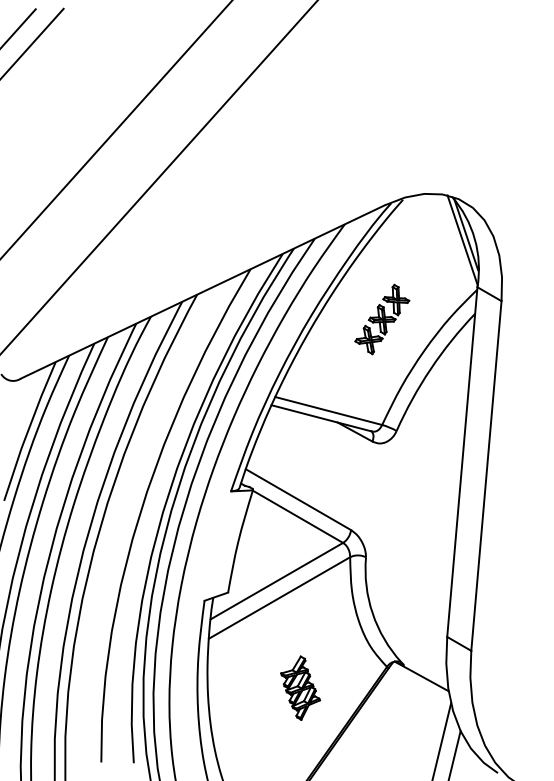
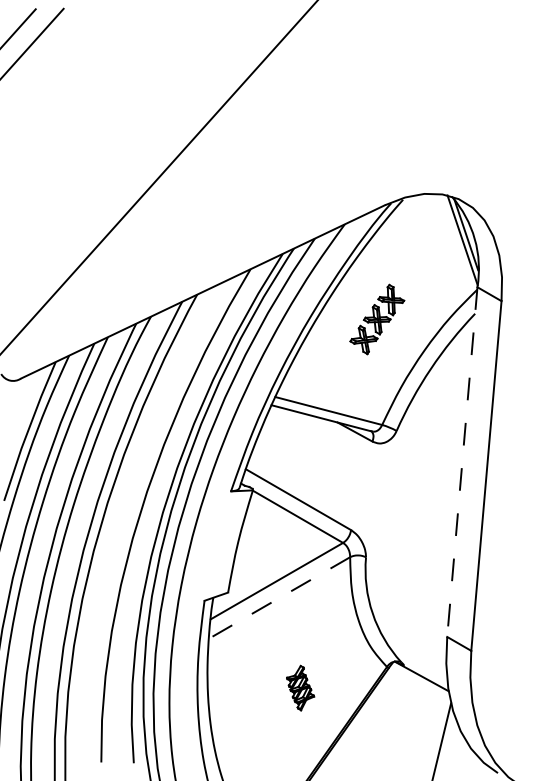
line at (116, 129): present -> none
part at (382, 319) position: (382, 319) -> (377, 319)
line at (462, 462): solid -> dashed
line at (279, 597): solid -> dashed
part at (300, 687) size: 41x66 px -> 30x48 px
line at (454, 754): present -> none
